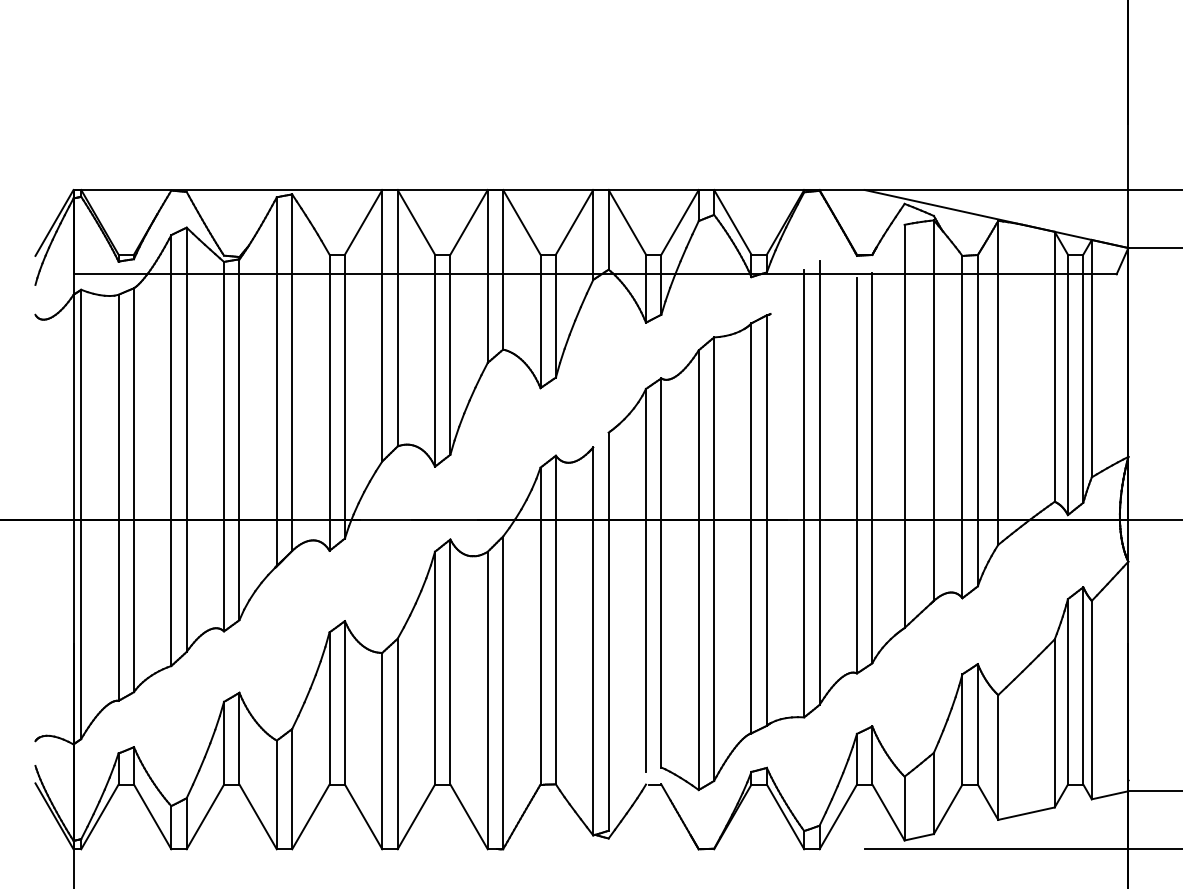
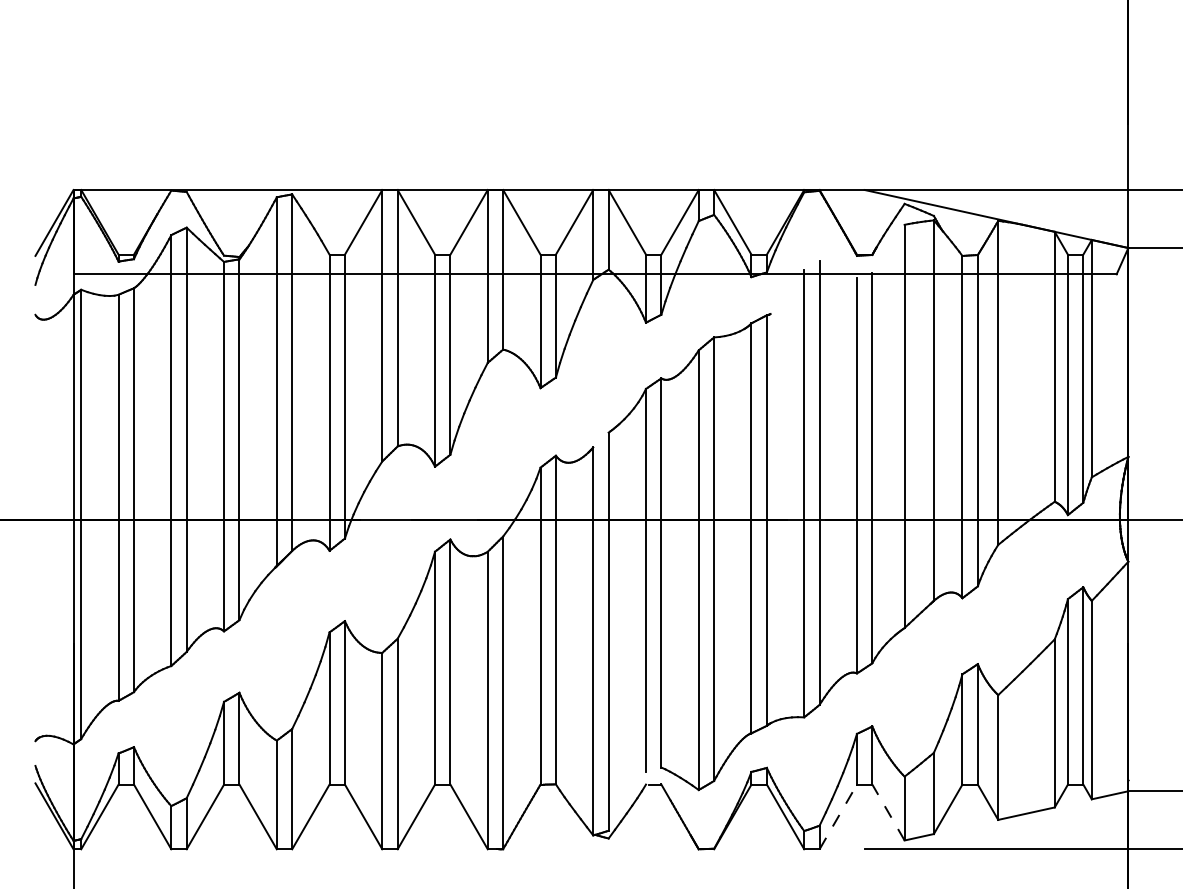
line at (888, 812): solid -> dashed
line at (838, 816): solid -> dashed
